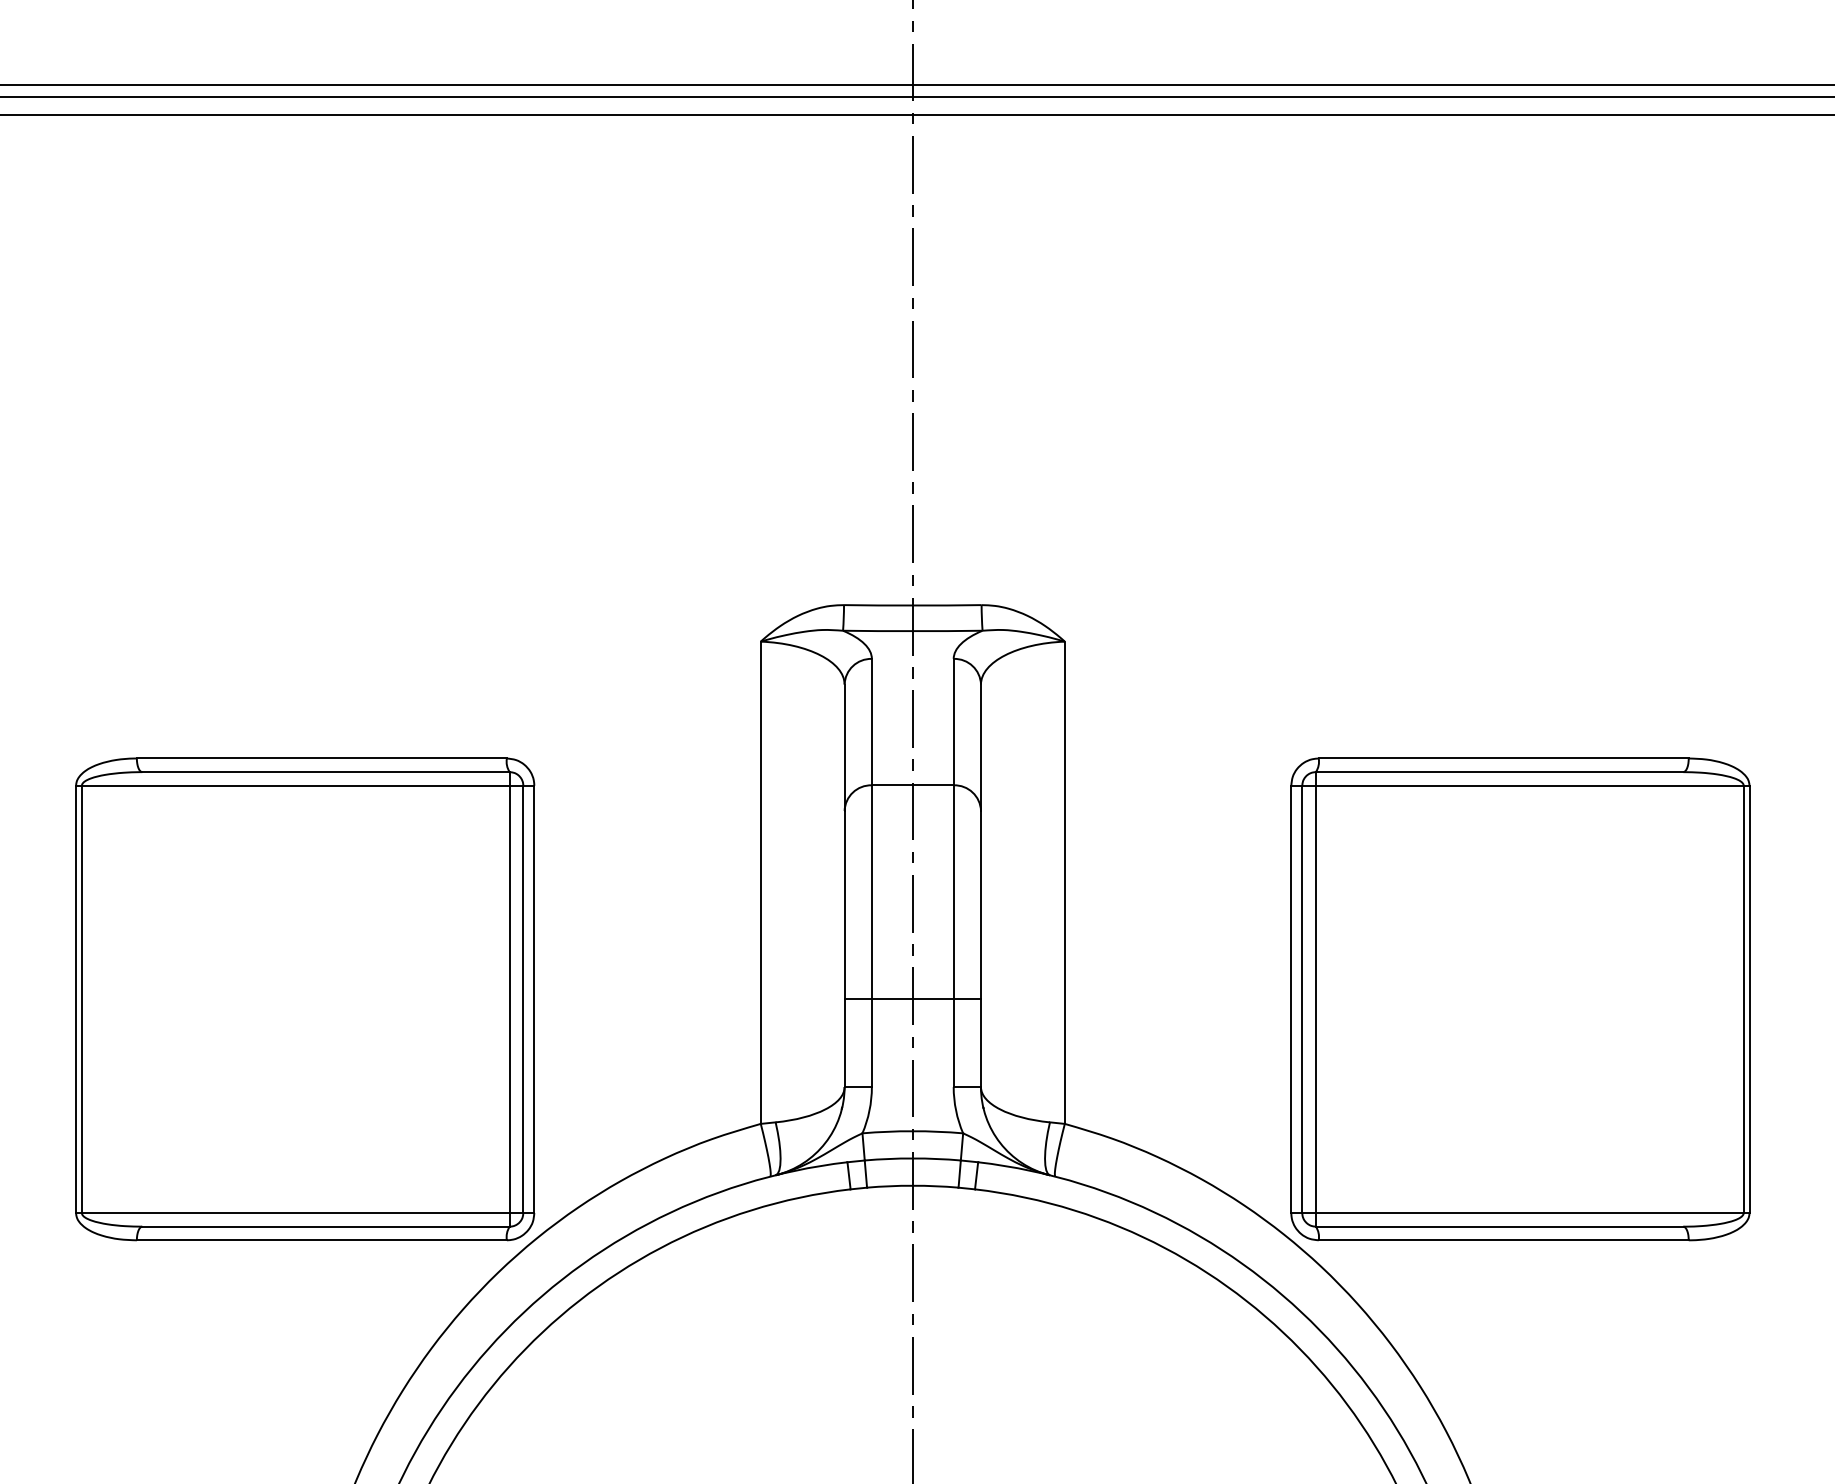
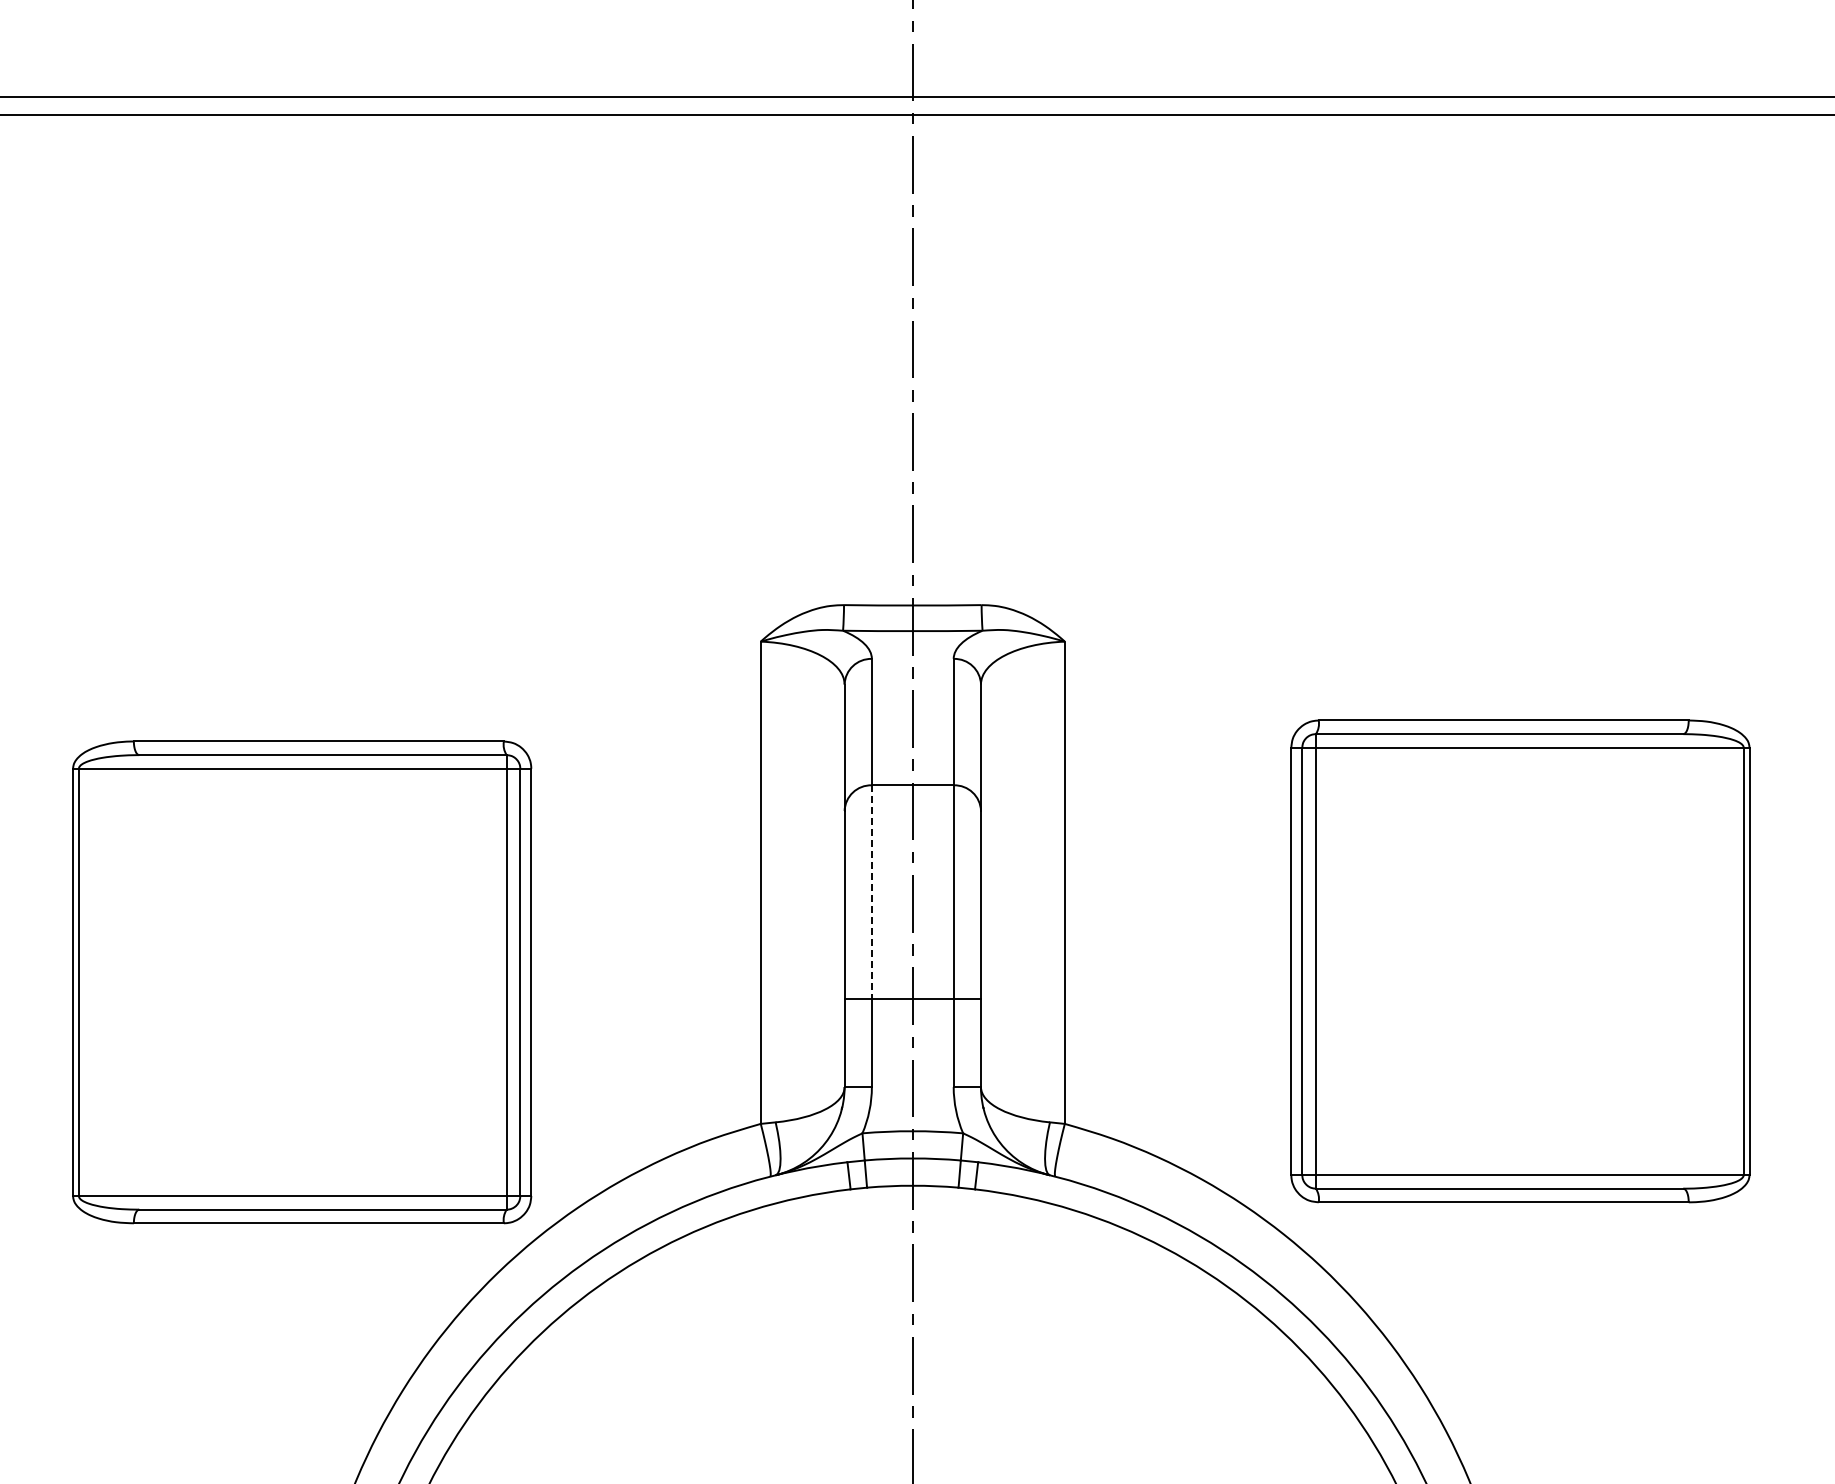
line at (916, 85): present -> none
line at (871, 892): solid -> dashed
part at (305, 999) position: (305, 999) -> (302, 982)
part at (1520, 999) position: (1520, 999) -> (1520, 961)
